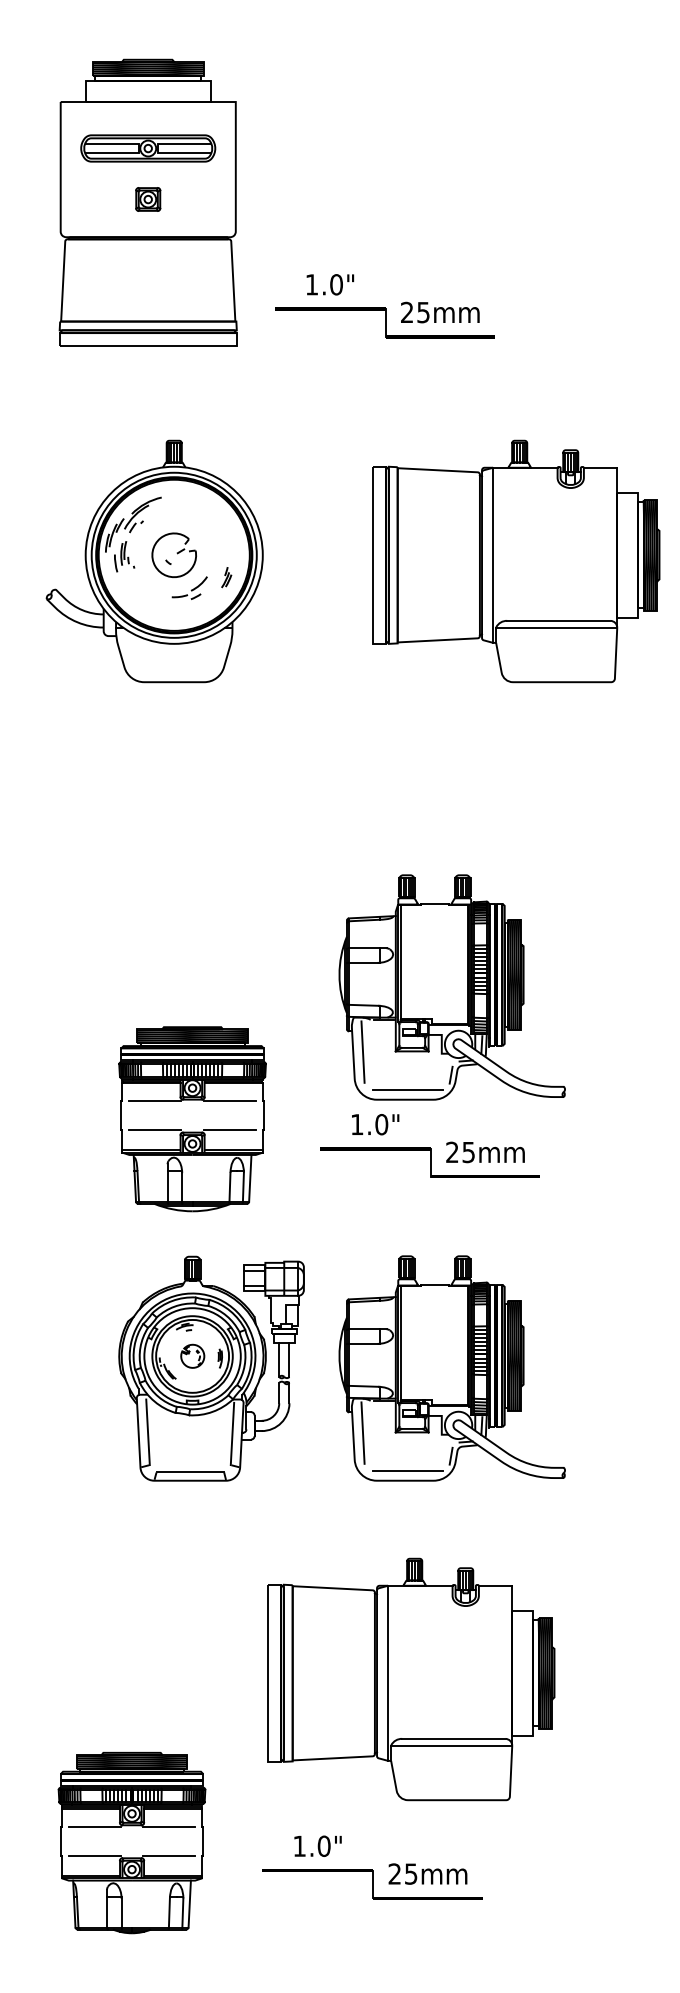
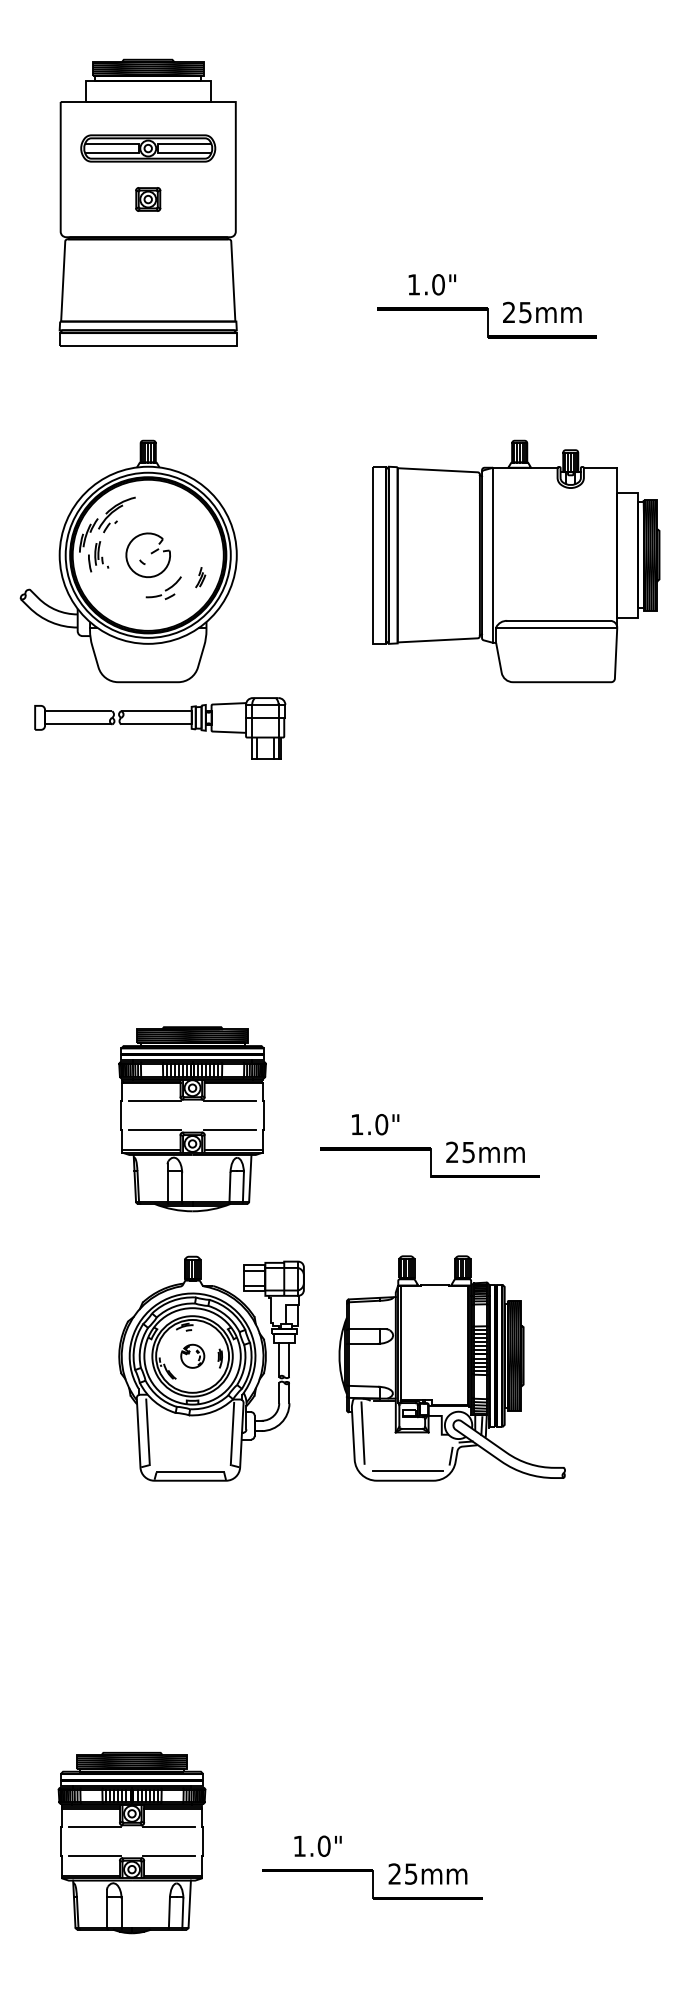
part at (384, 306) position: (384, 306) -> (486, 306)
part at (154, 561) position: (154, 561) -> (128, 561)
part at (160, 728): none -> present
part at (451, 987): present -> none
part at (411, 1679): present -> none
